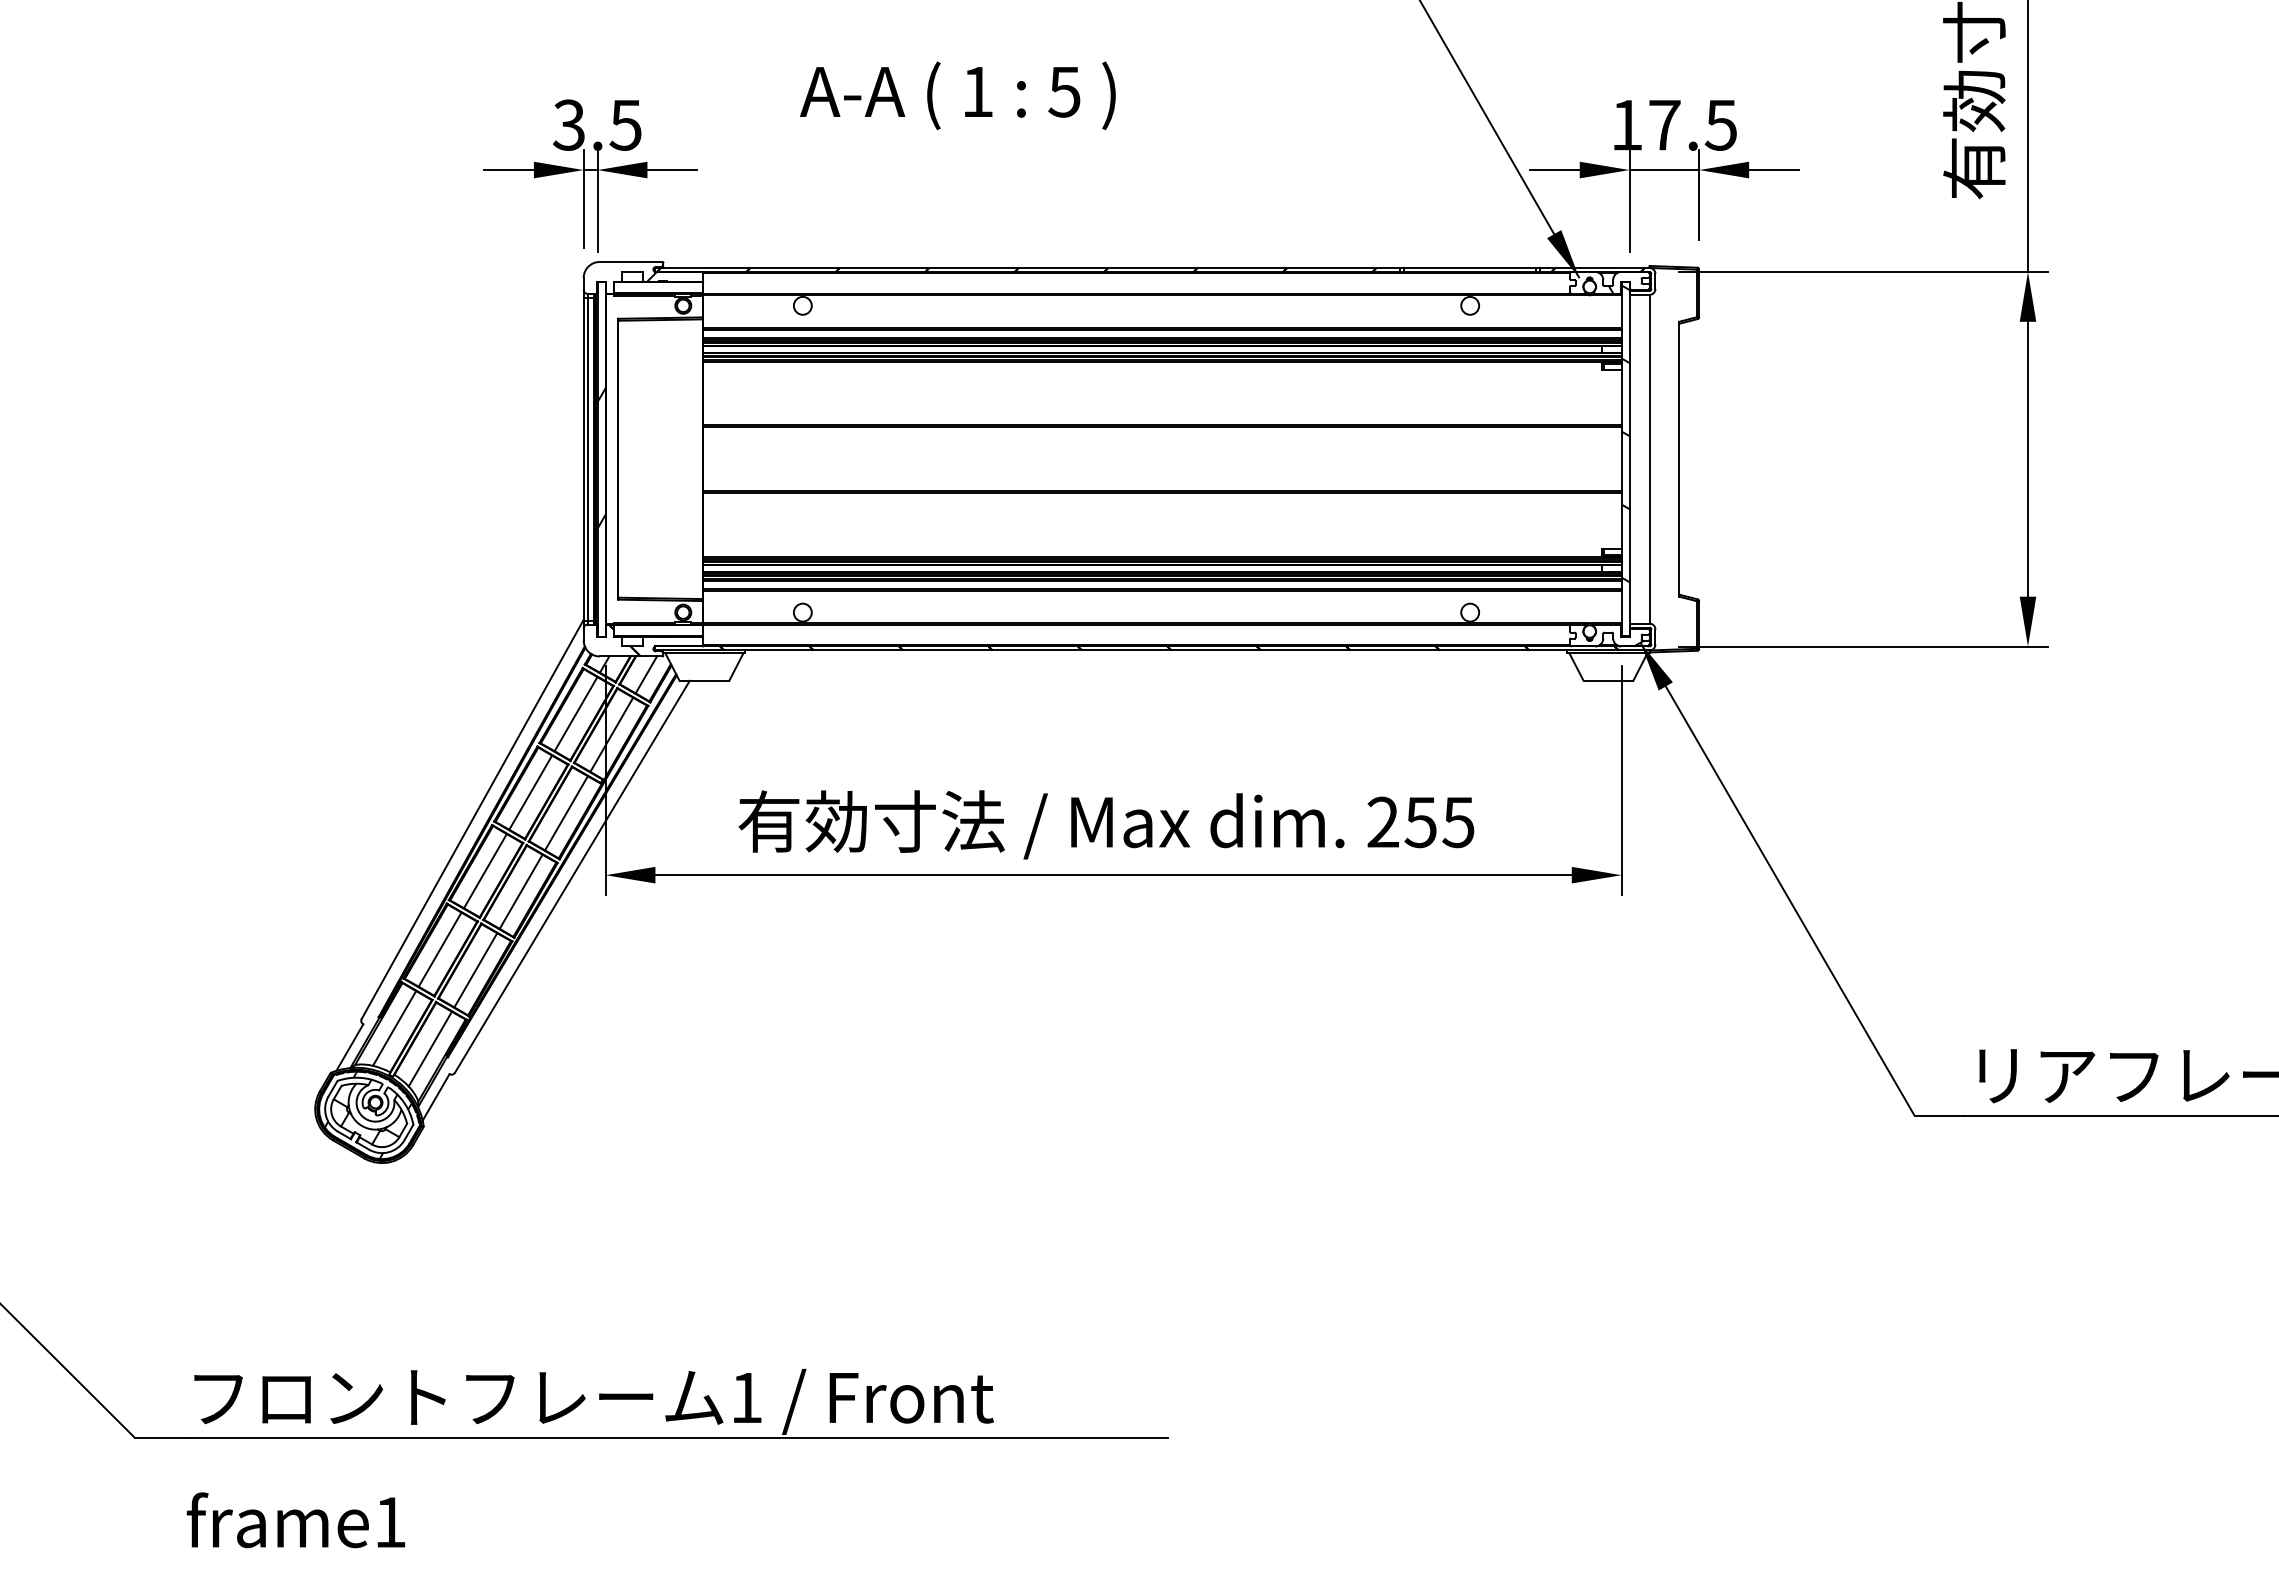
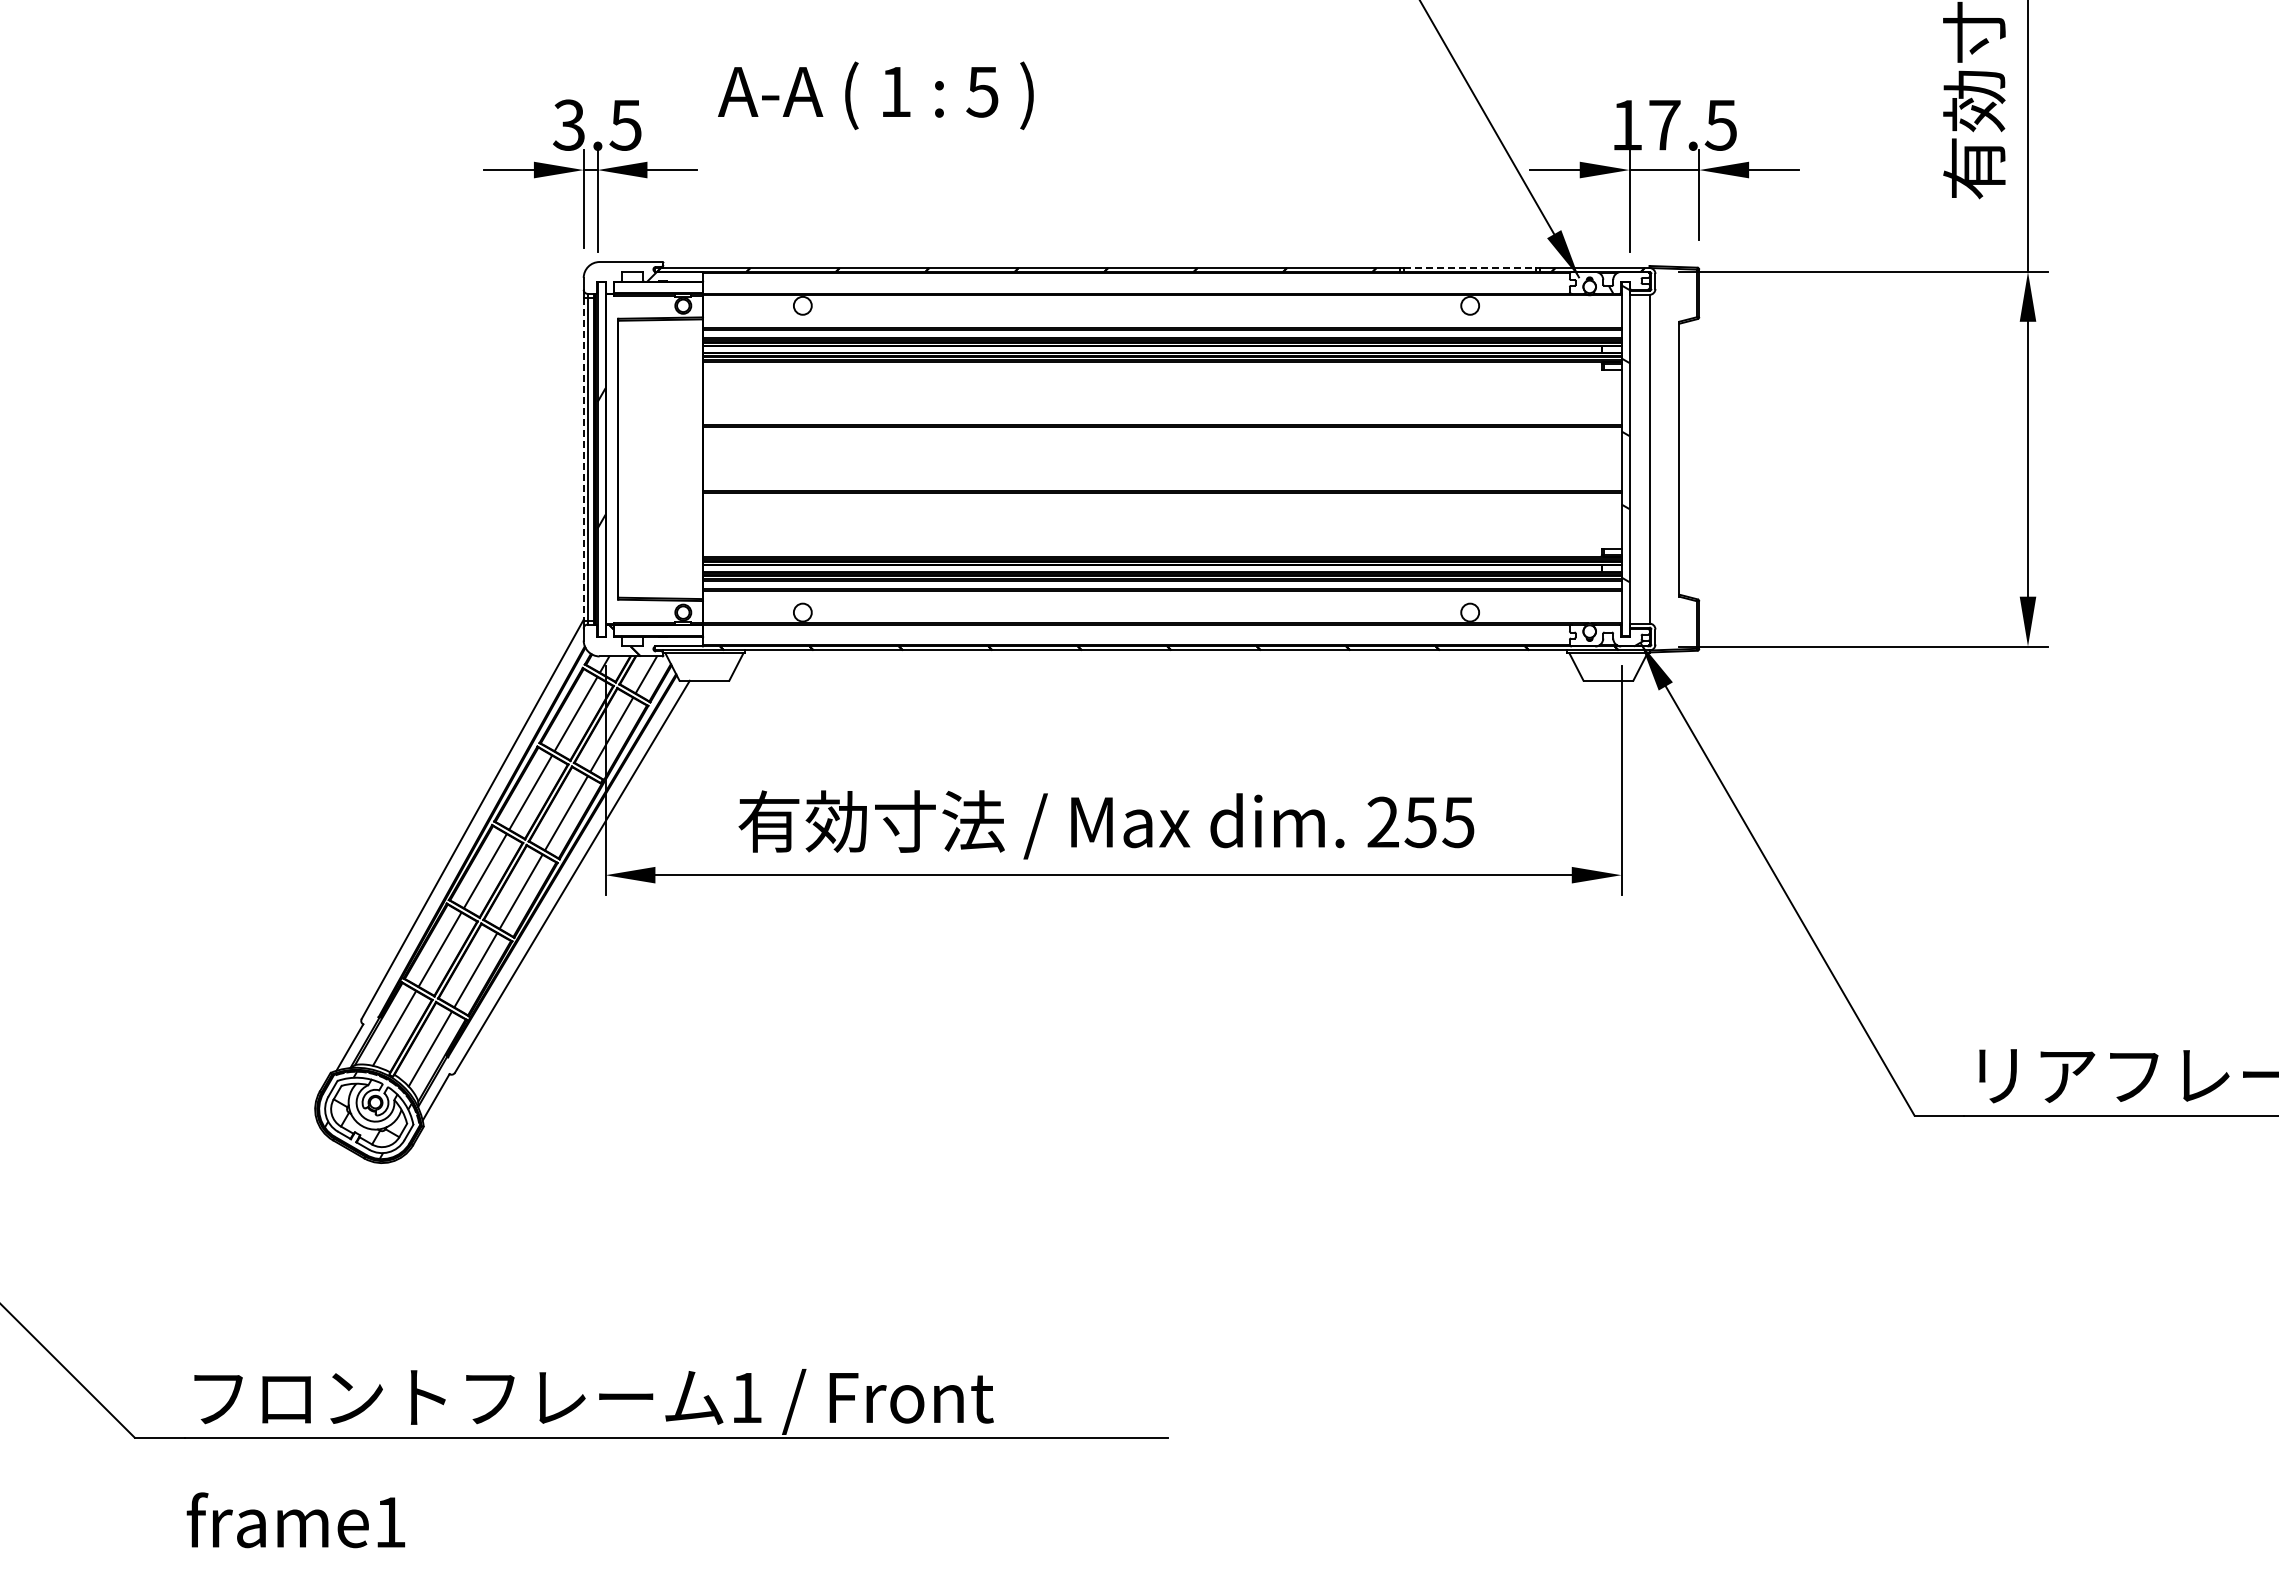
text at (957, 95) position: (957, 95) -> (875, 95)
line at (1470, 267): solid -> dashed
line at (583, 459): solid -> dashed
